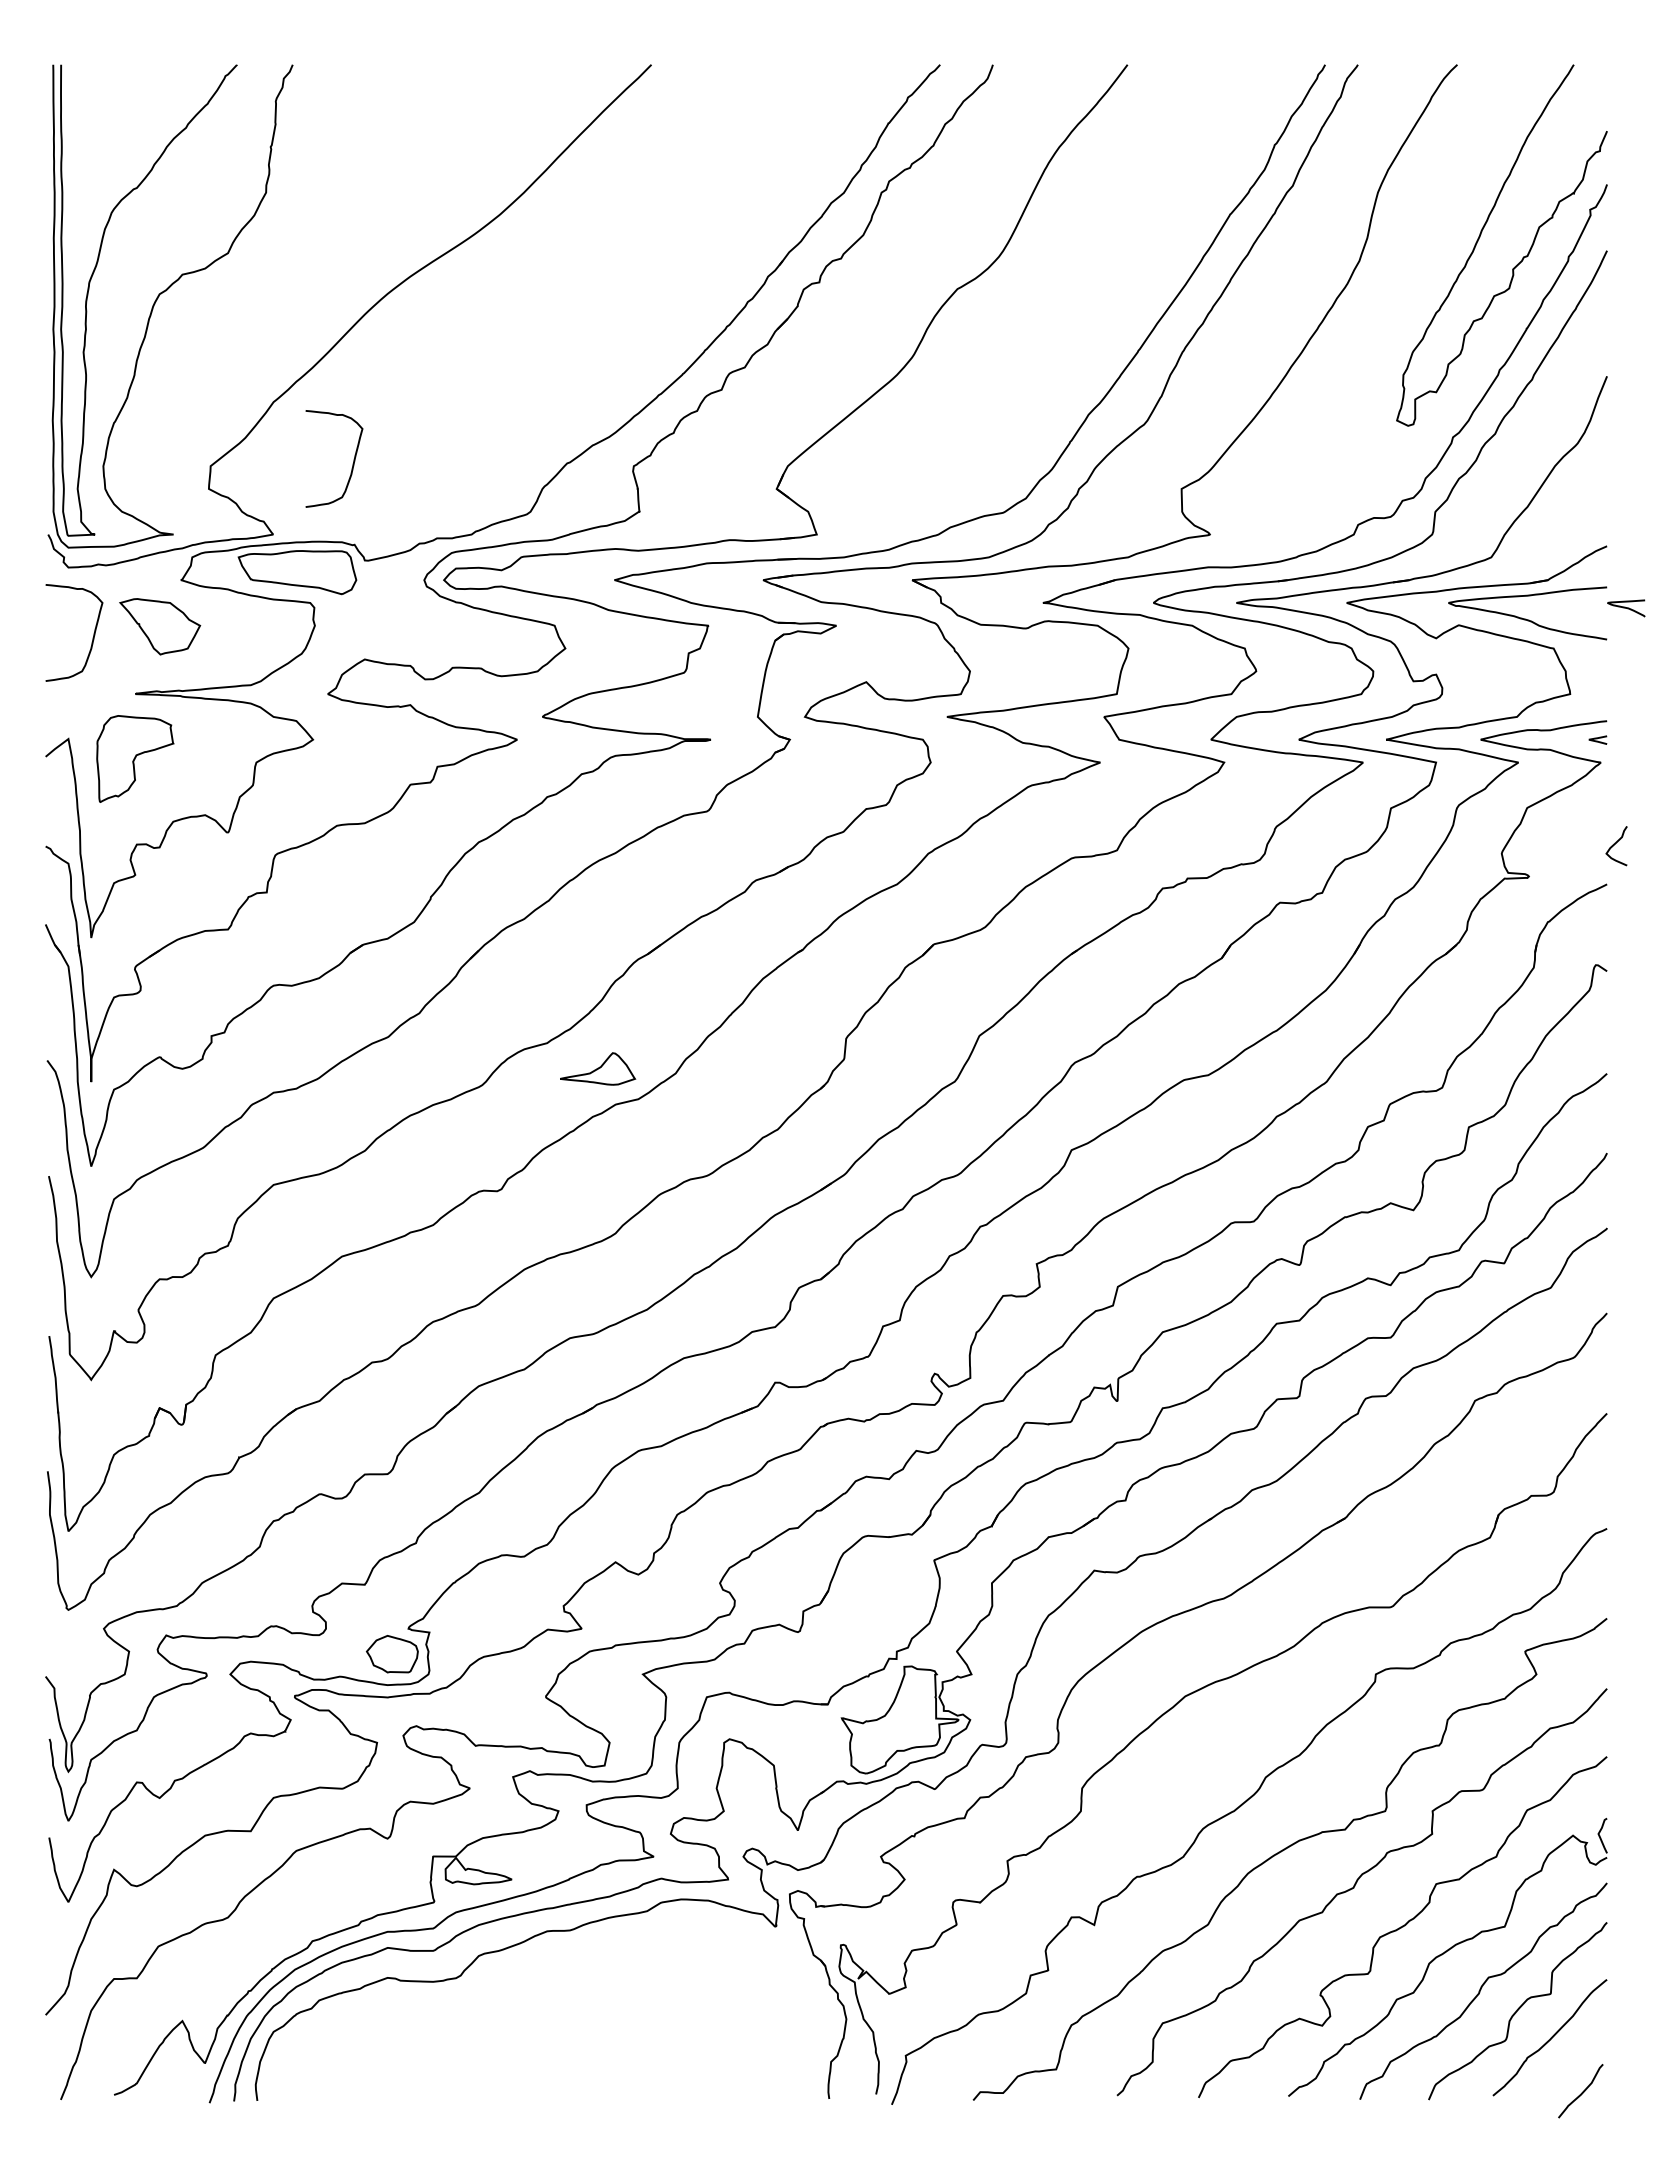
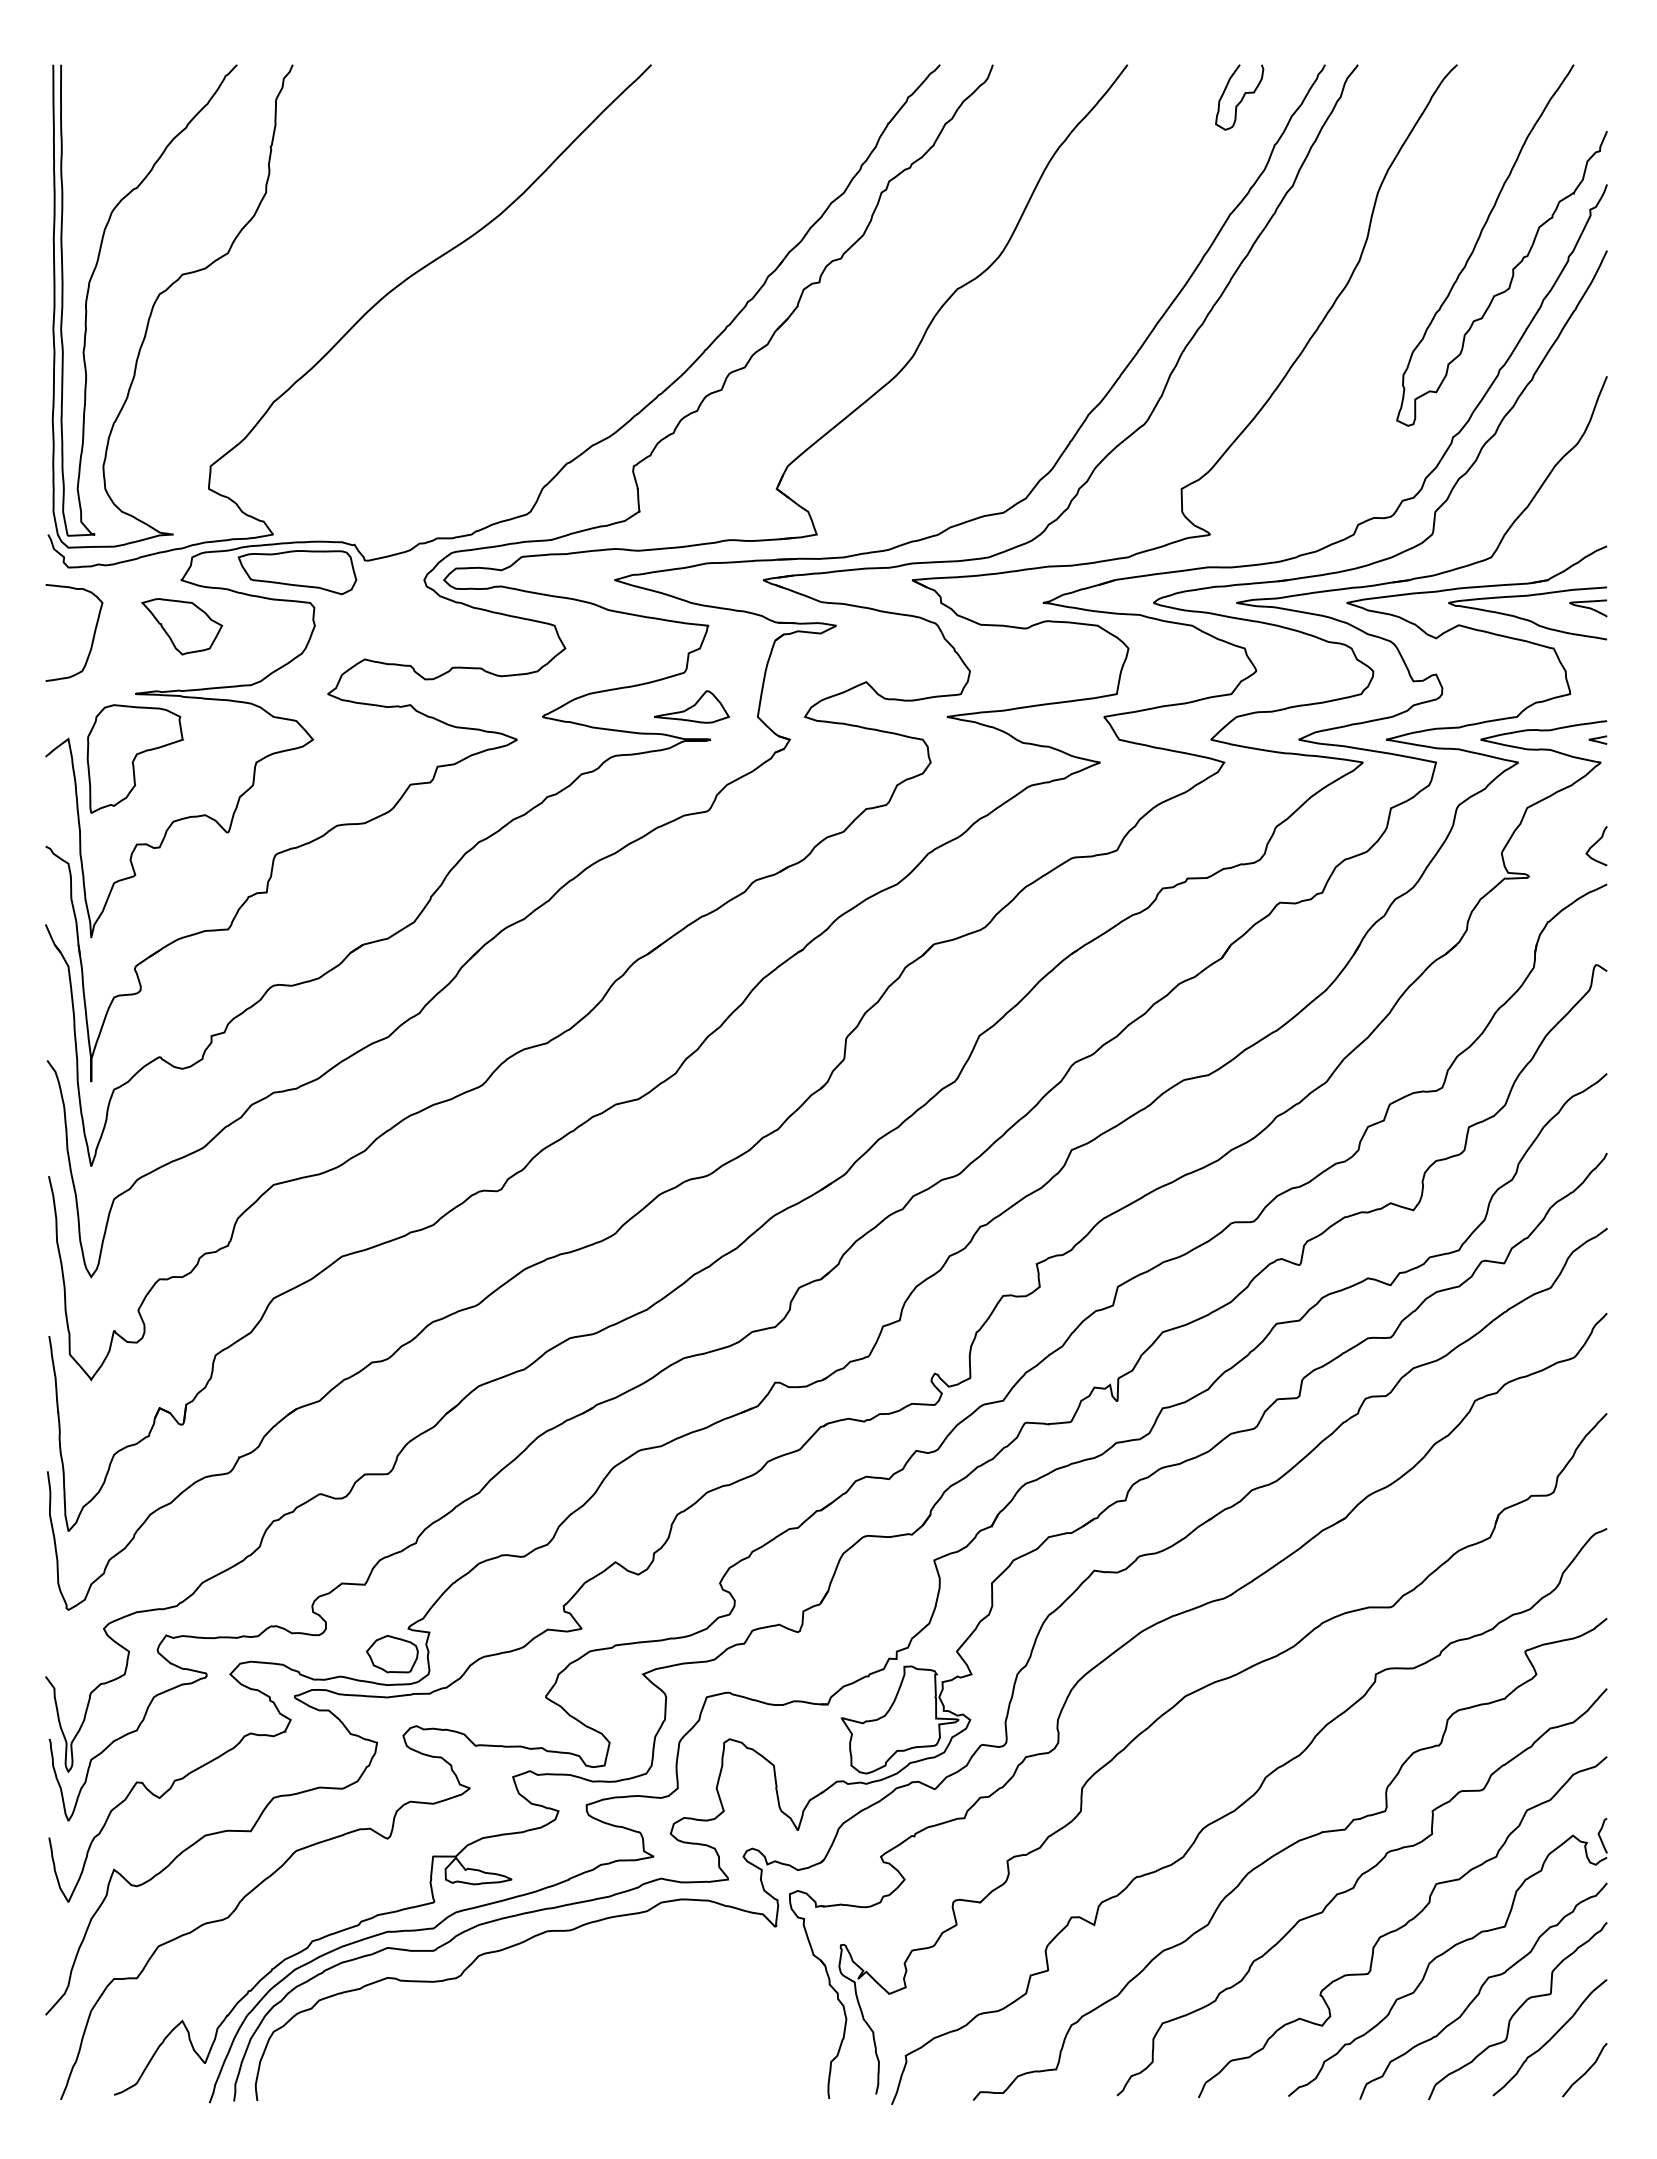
part at (1239, 97): none -> present
curve at (352, 463): present -> none
curve at (1626, 608) position: (1626, 608) -> (1588, 608)
part at (160, 626) position: (160, 626) -> (182, 626)
part at (135, 758) size: 79x88 px -> 98x110 px
curve at (1615, 844) position: (1615, 844) -> (1595, 844)
part at (598, 1068) position: (598, 1068) -> (692, 706)
curve at (1581, 2092) position: (1581, 2092) -> (1585, 2071)
